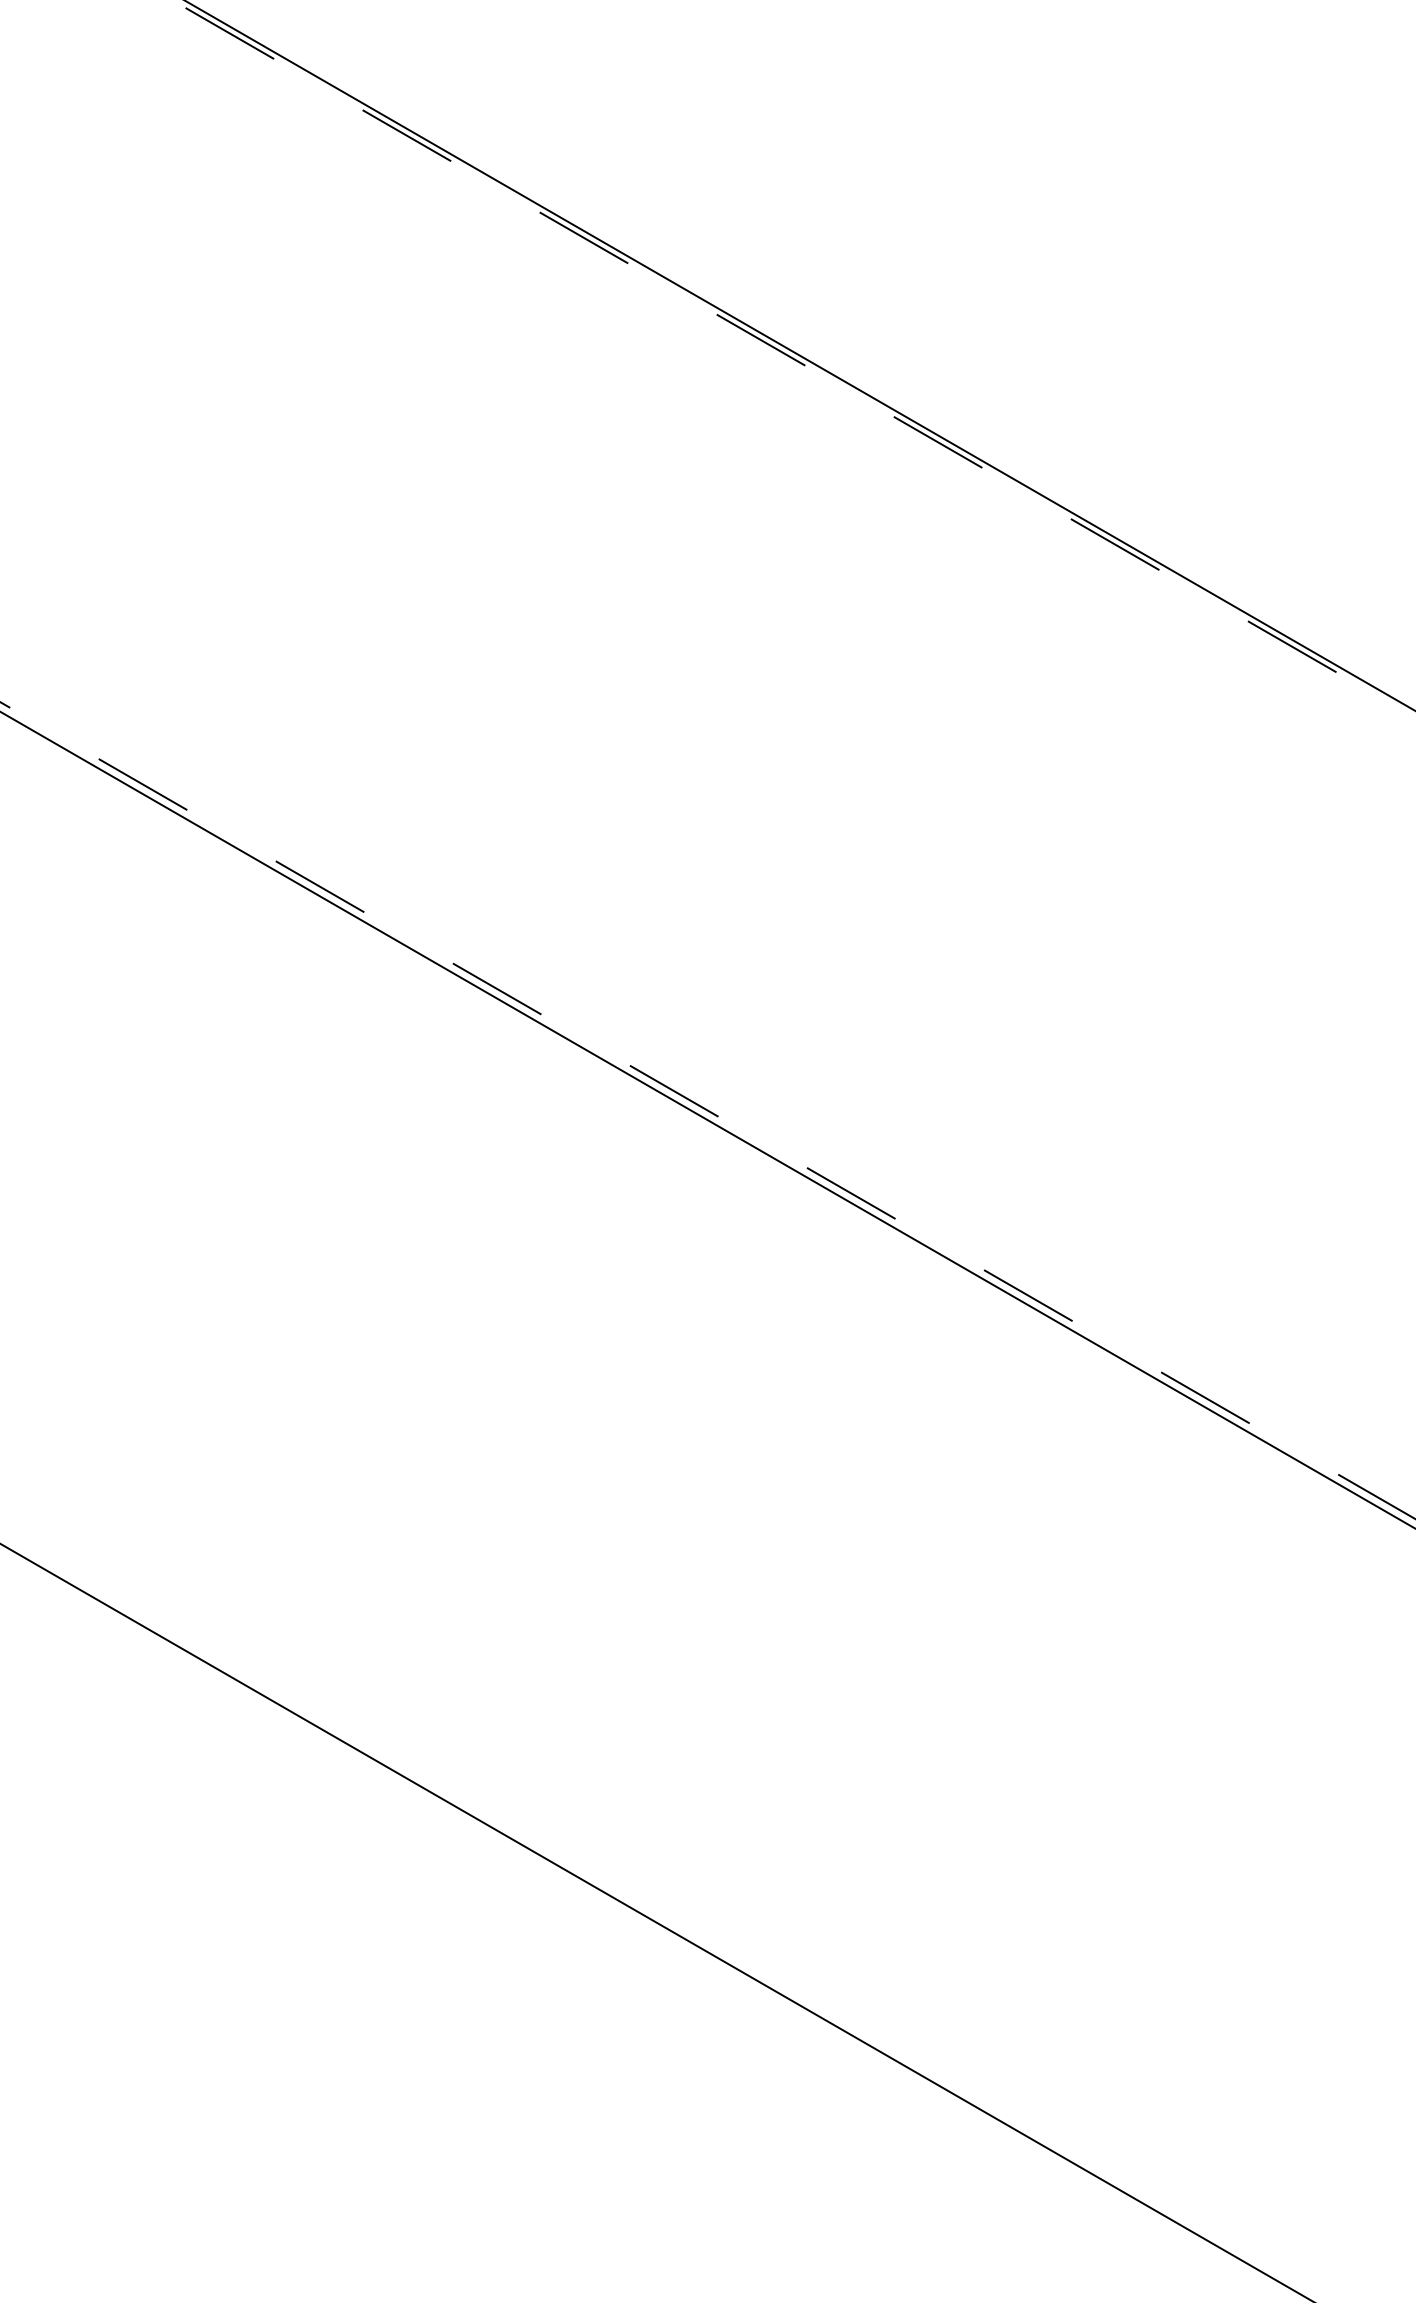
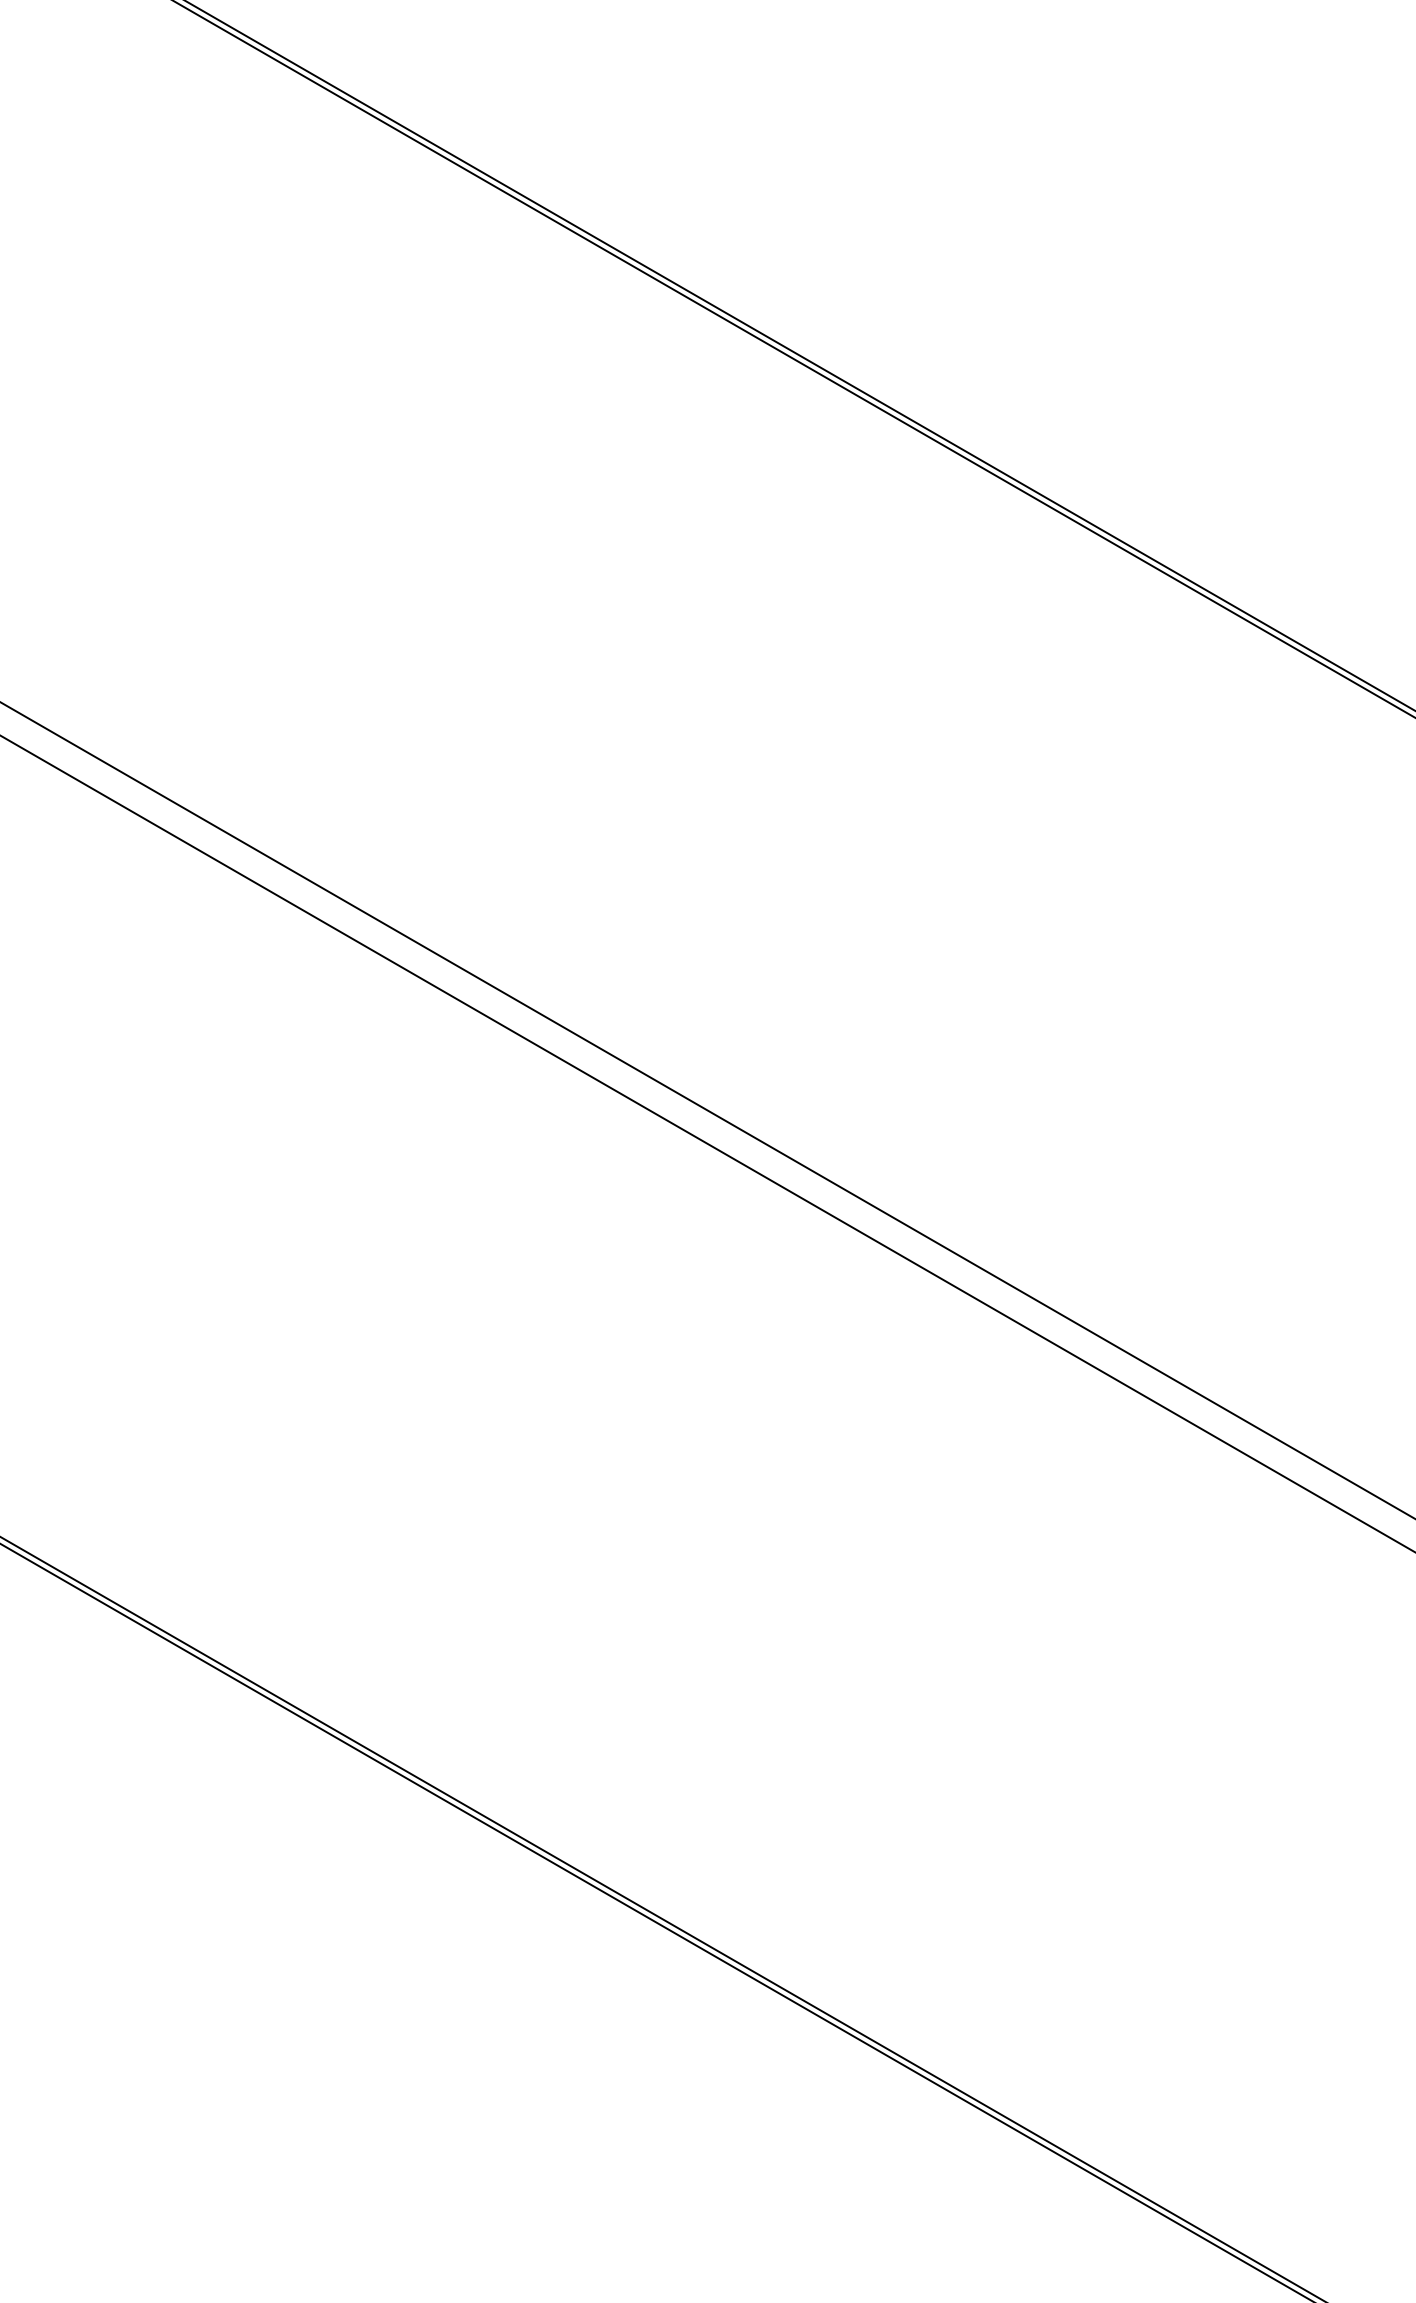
line at (793, 358): dashed -> solid
line at (708, 1110): dashed -> solid
line at (707, 1120) position: (707, 1120) -> (707, 1143)
line at (662, 1918): none -> present
